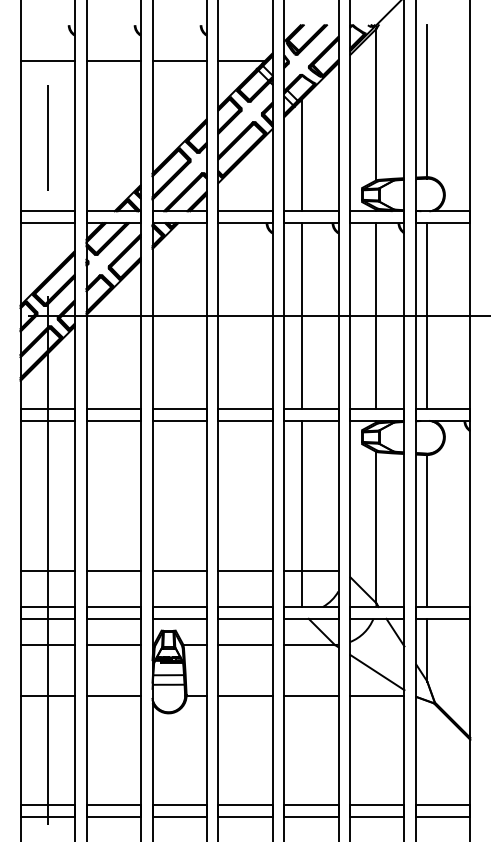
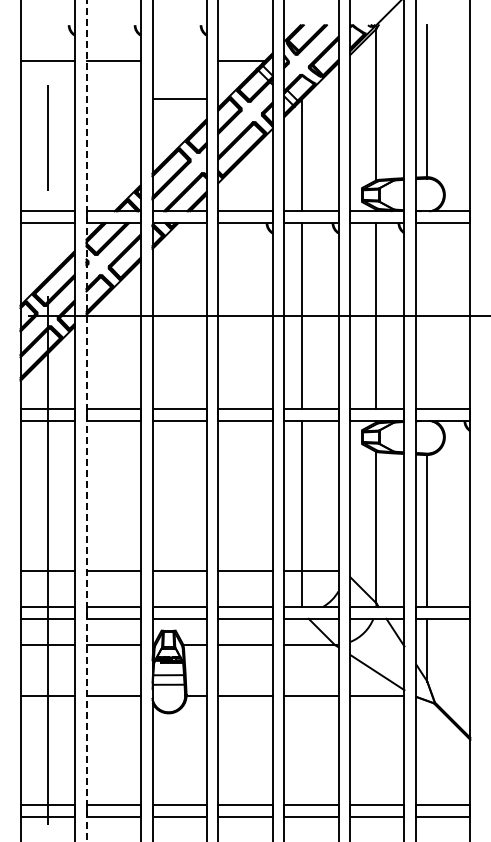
line at (179, 61) position: (179, 61) -> (179, 99)
line at (427, 316): present -> none
line at (86, 421): solid -> dashed
